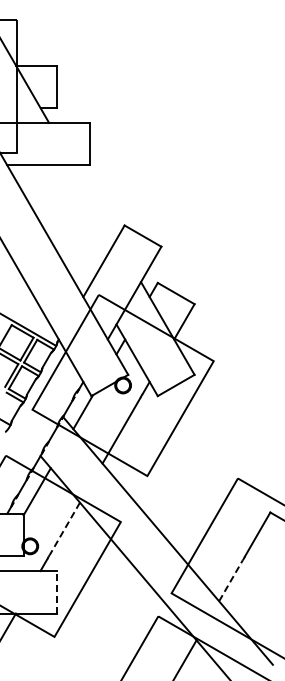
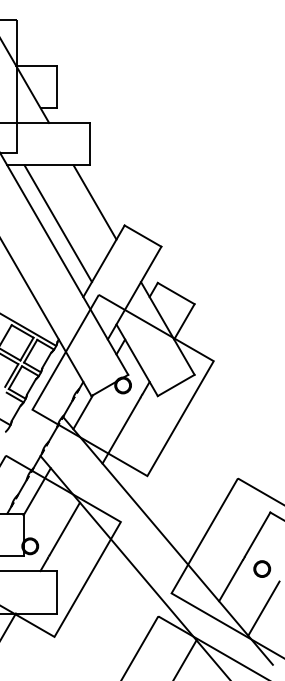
line at (94, 202): none -> present
line at (57, 223): none -> present
line at (64, 529): dashed -> solid
part at (262, 568): none -> present
line at (230, 580): dashed -> solid
line at (56, 591): dashed -> solid
line at (263, 608): none -> present
